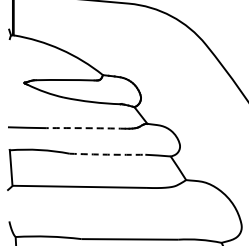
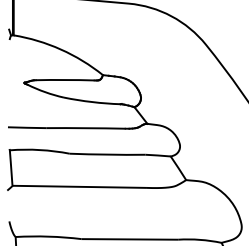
arc at (85, 128): dashed -> solid
arc at (107, 154): dashed -> solid
